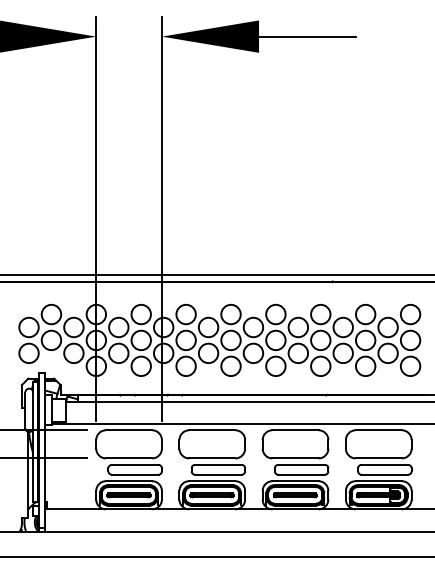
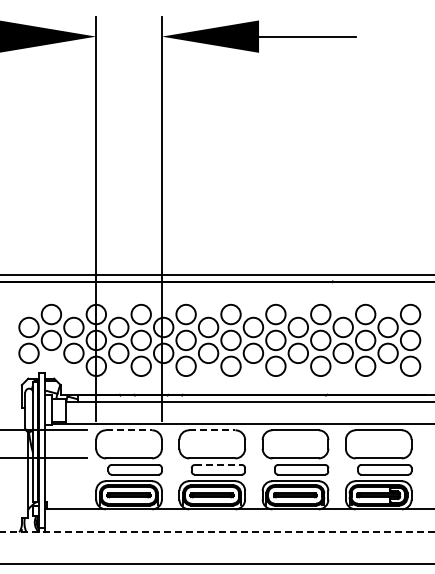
line at (129, 430): solid -> dashed
line at (212, 430): solid -> dashed
line at (218, 464): solid -> dashed
line at (217, 532): solid -> dashed
line at (216, 556) position: (216, 556) -> (216, 563)
